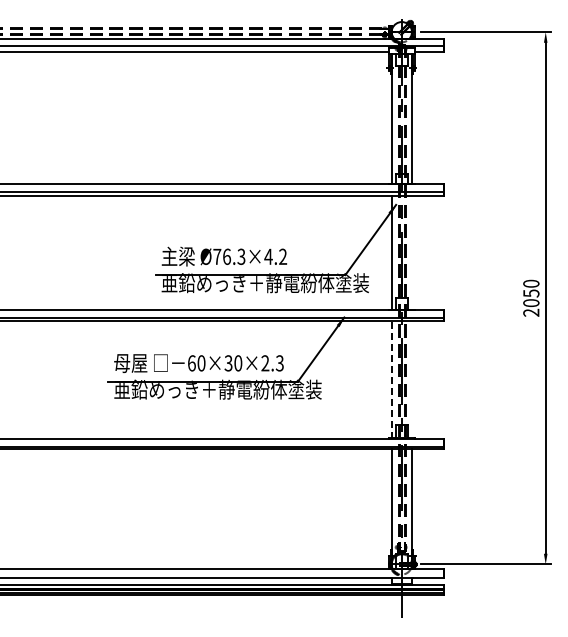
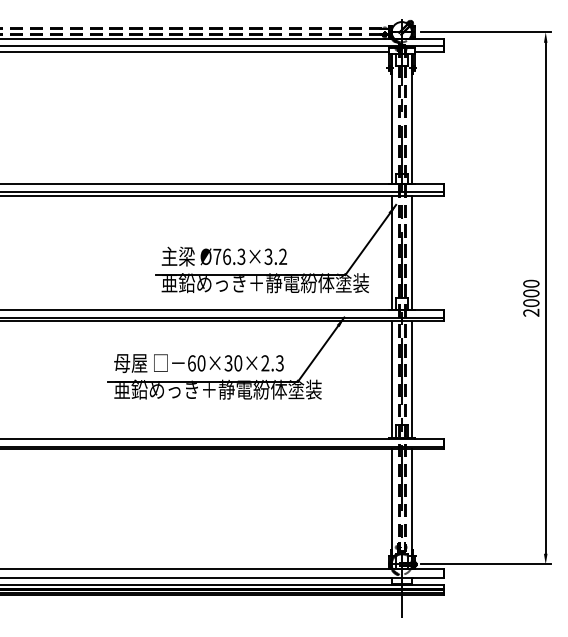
line at (411, 252): none -> present
text at (268, 256): Ø76.3×4.2 -> Ø76.3×3.2
text at (531, 293): 2050 -> 2000
line at (411, 379): none -> present
line at (391, 380): dashed -> solid
